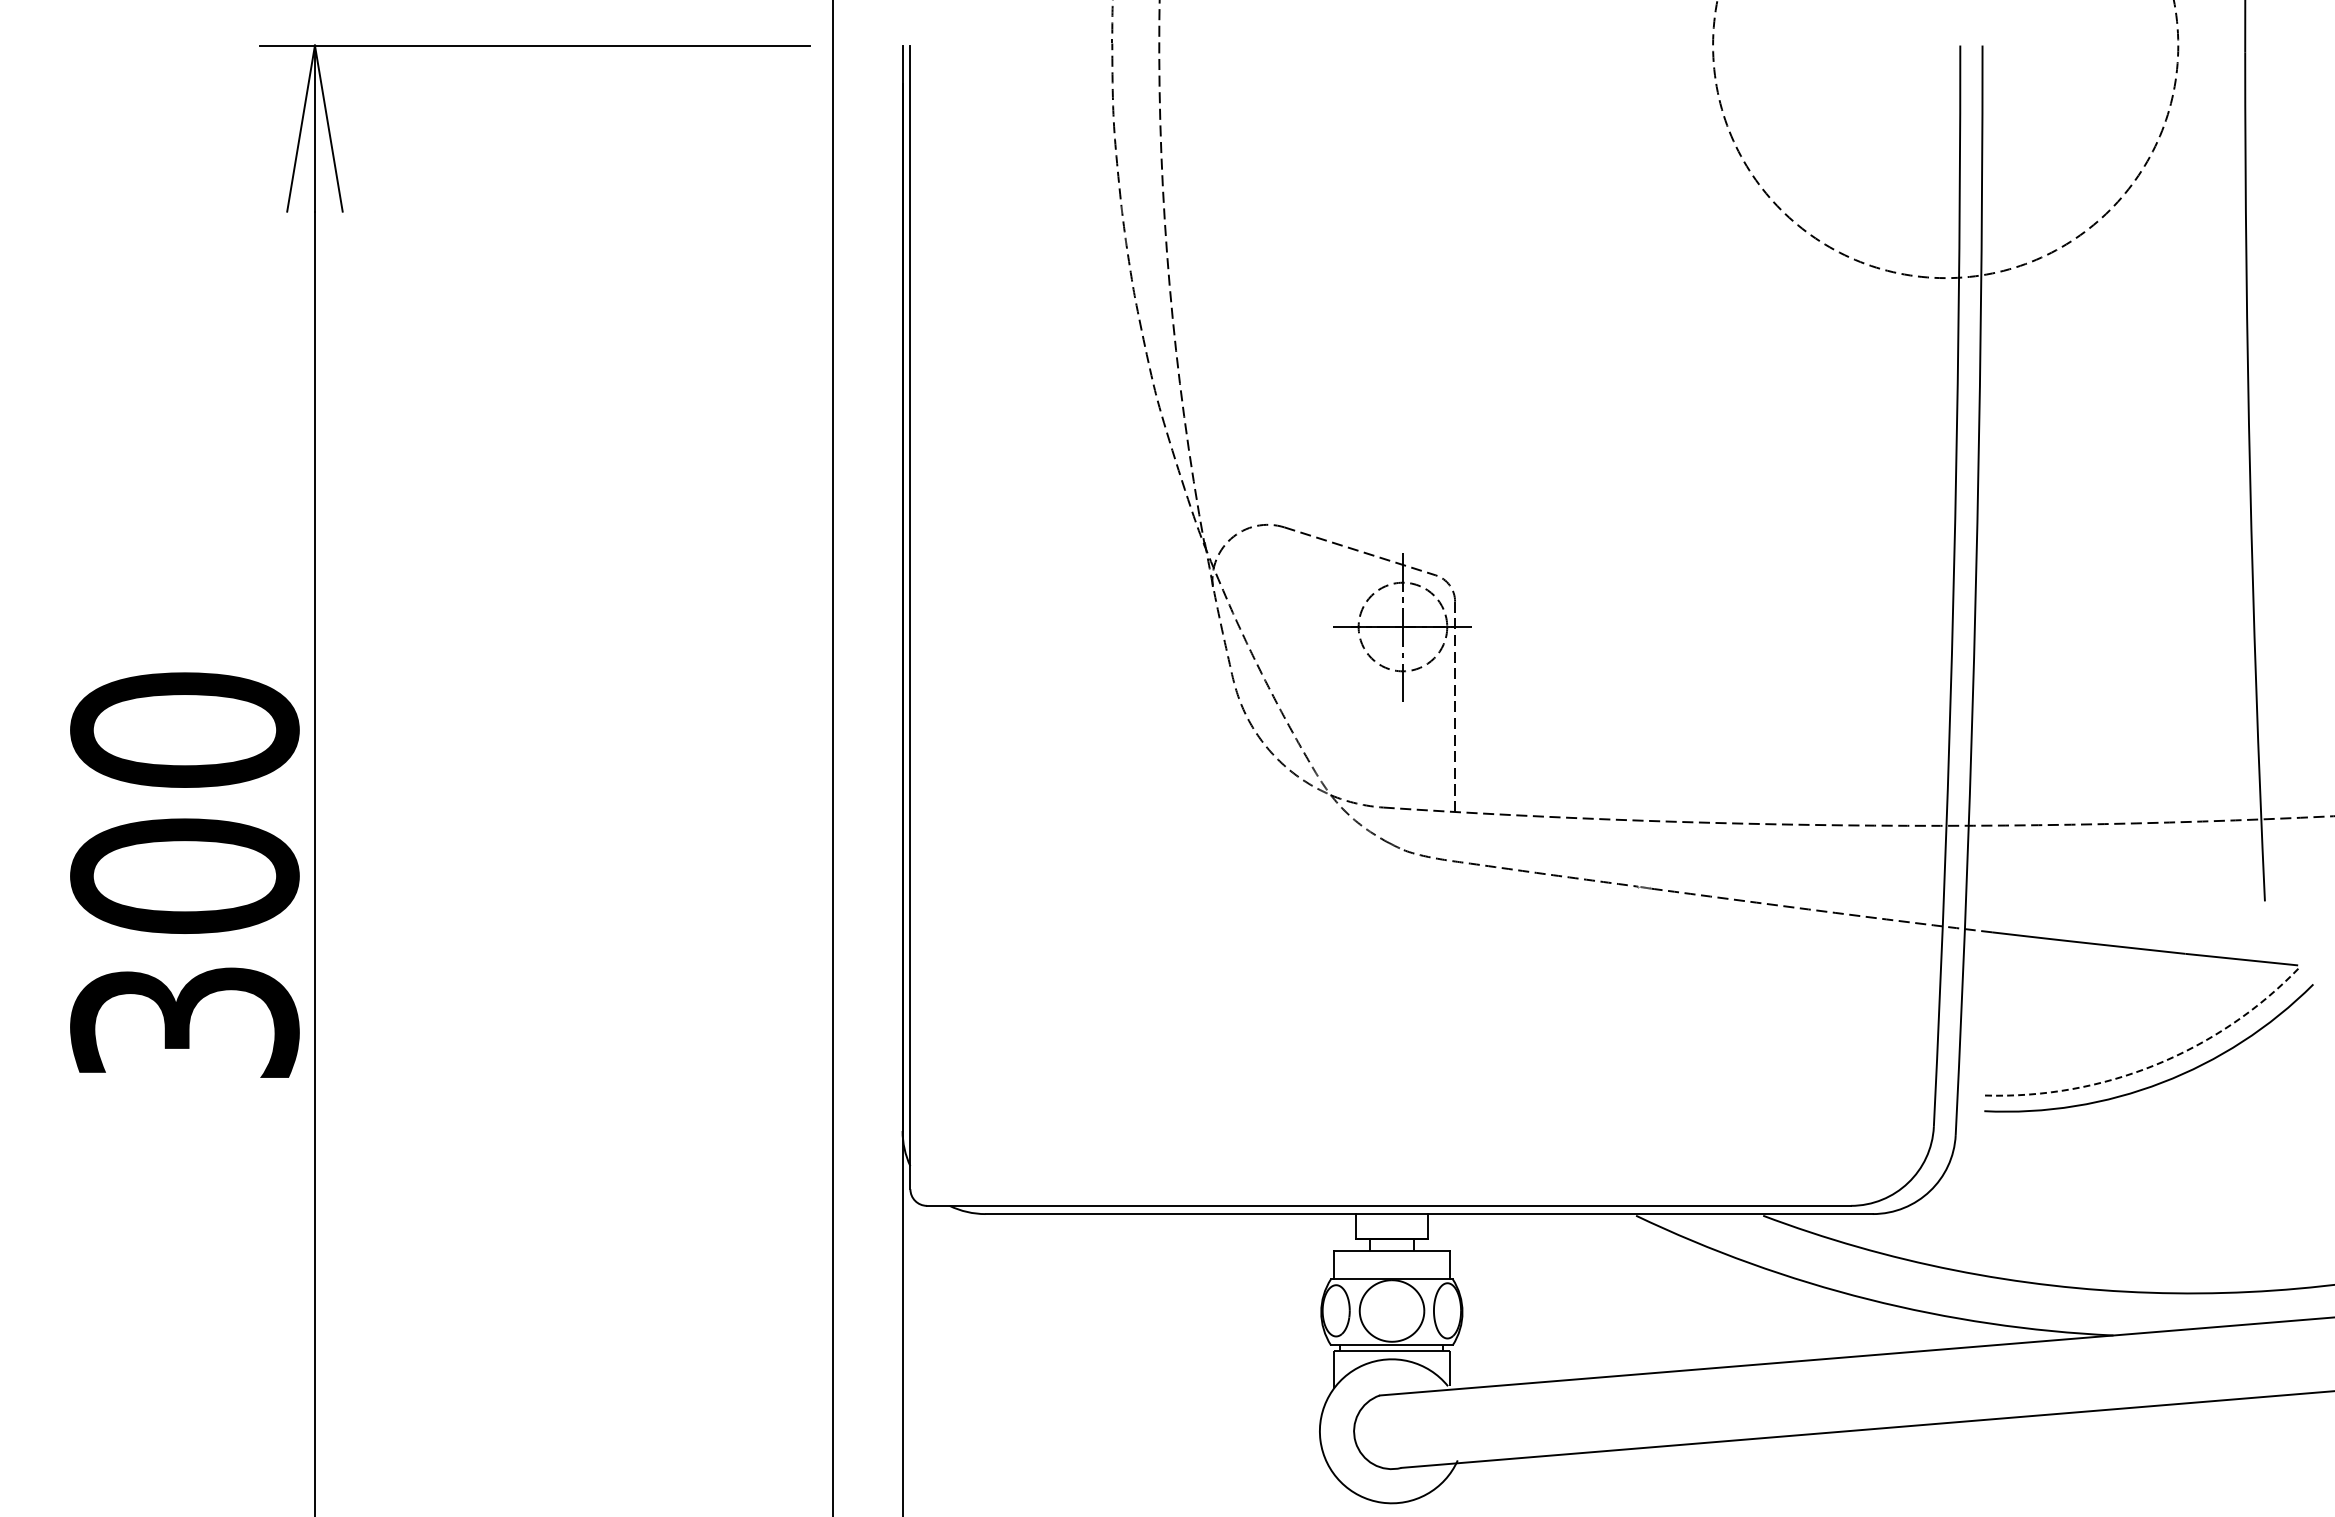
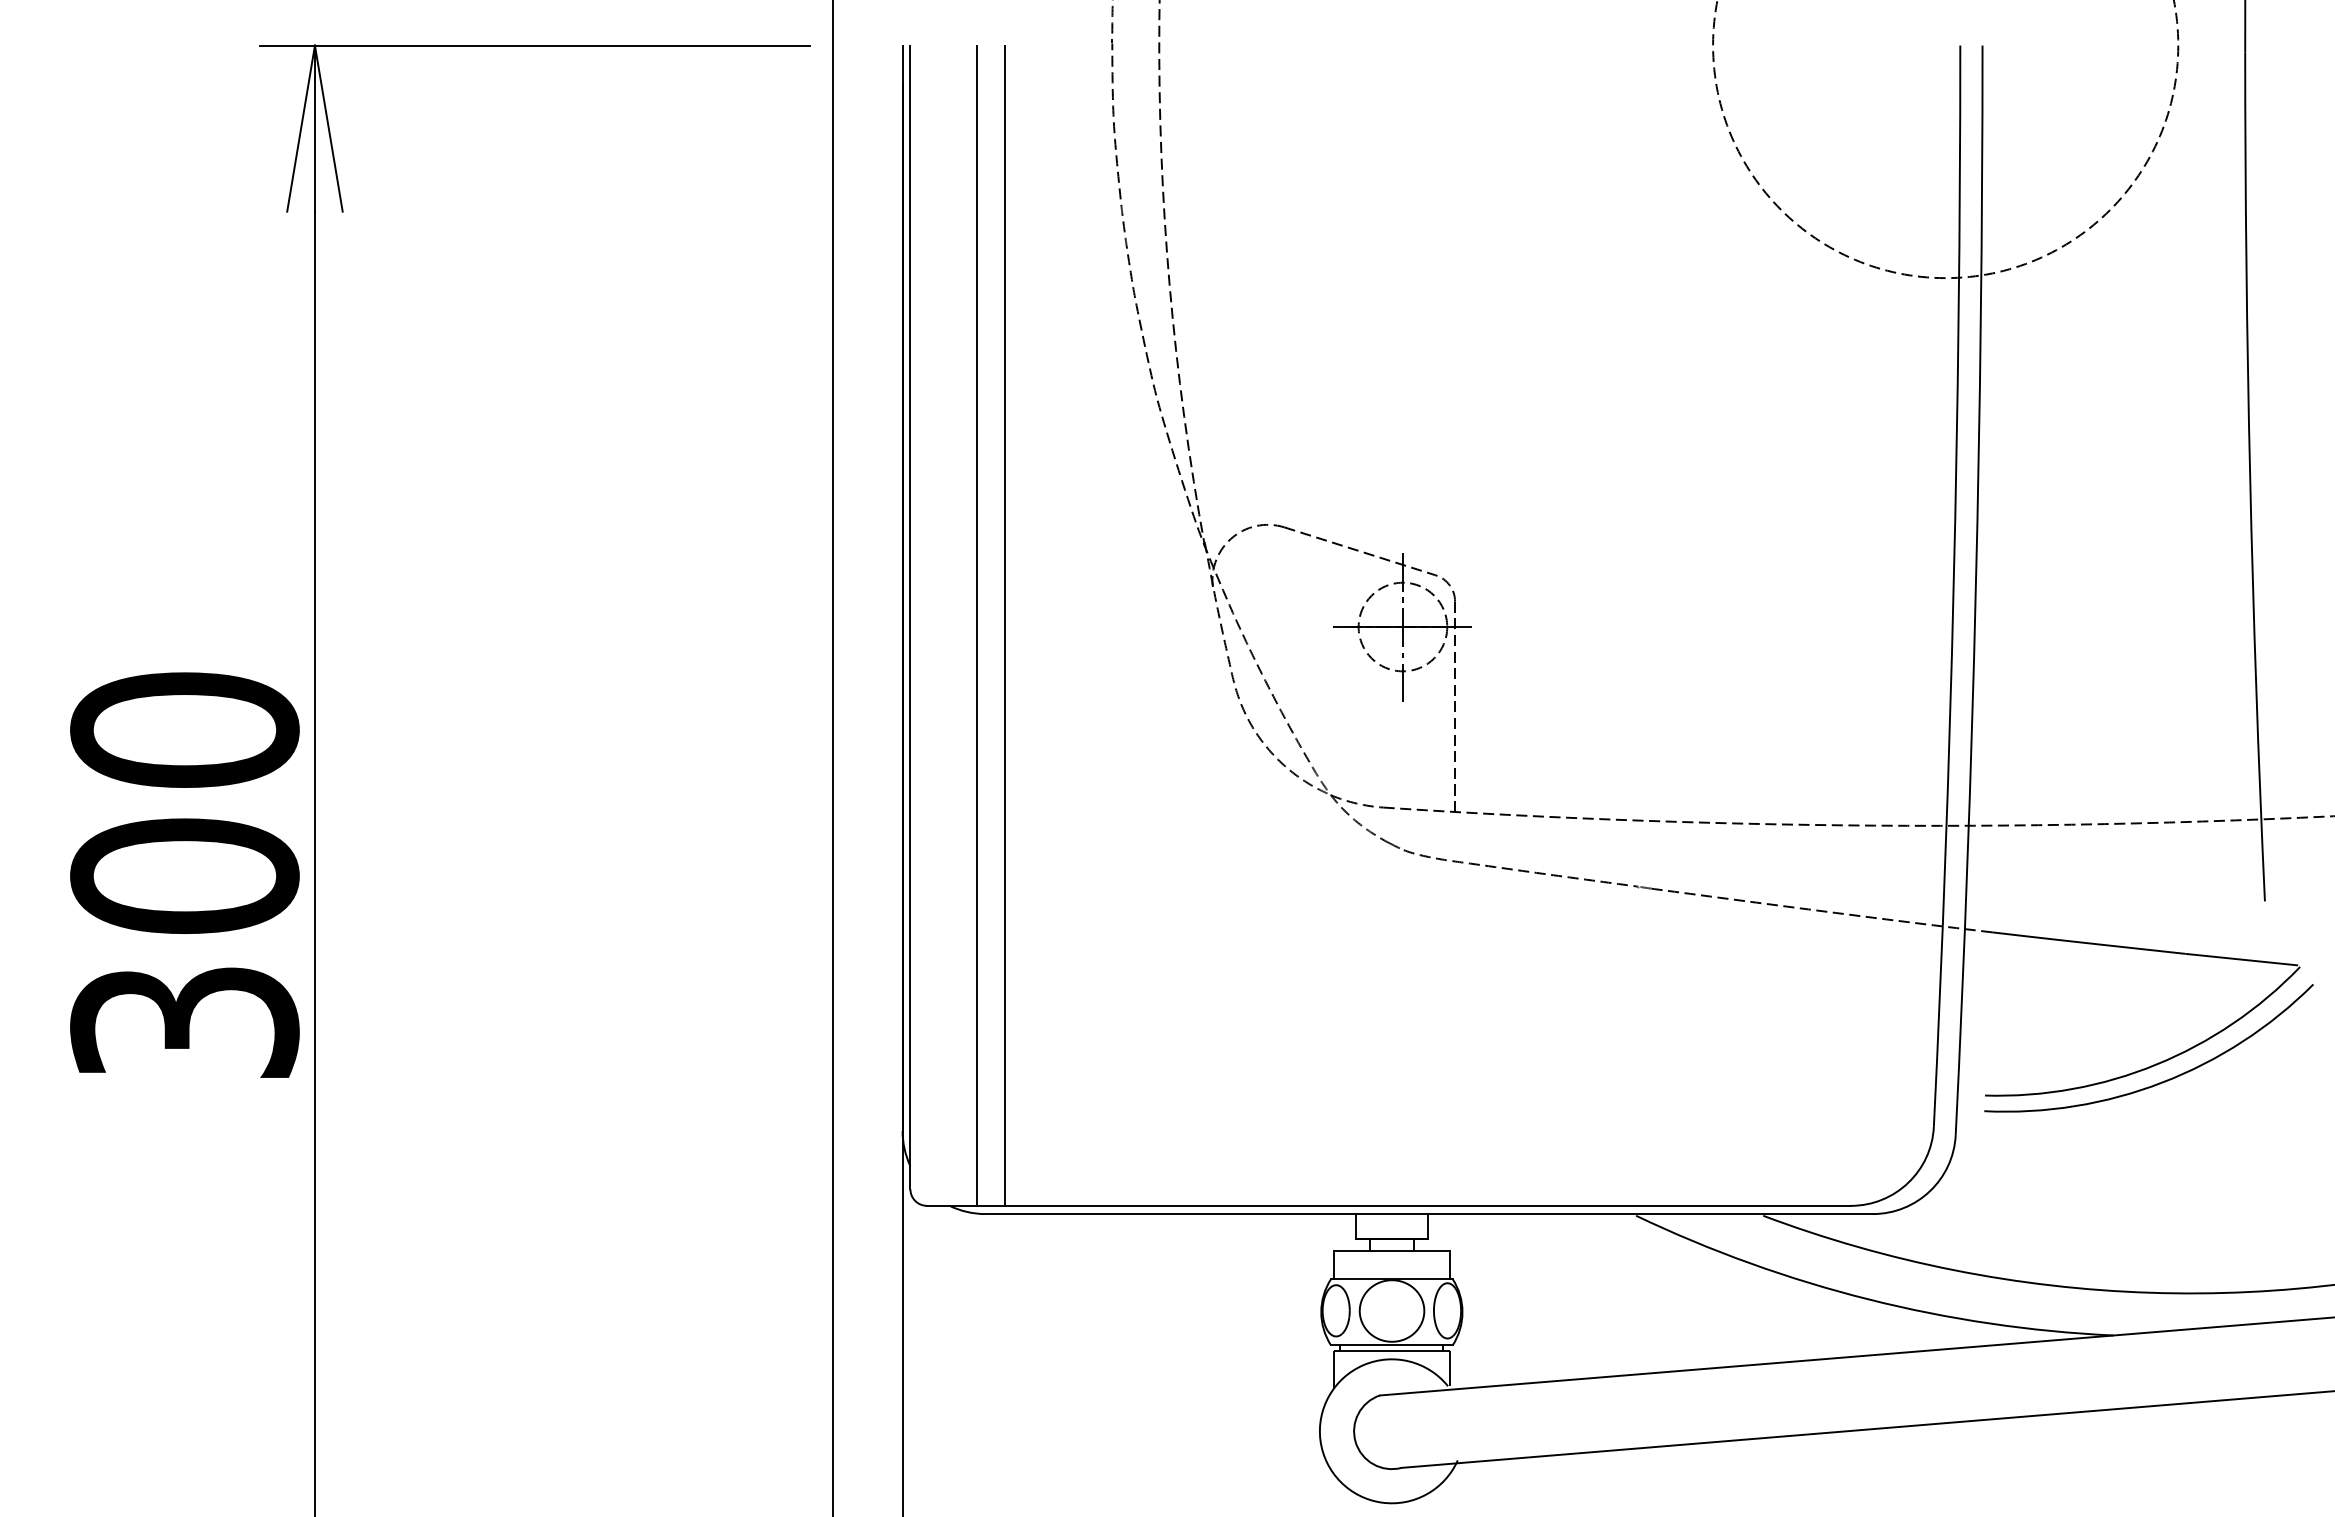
line at (976, 625): none -> present
line at (1004, 625): none -> present
arc at (2156, 1064): dashed -> solid
